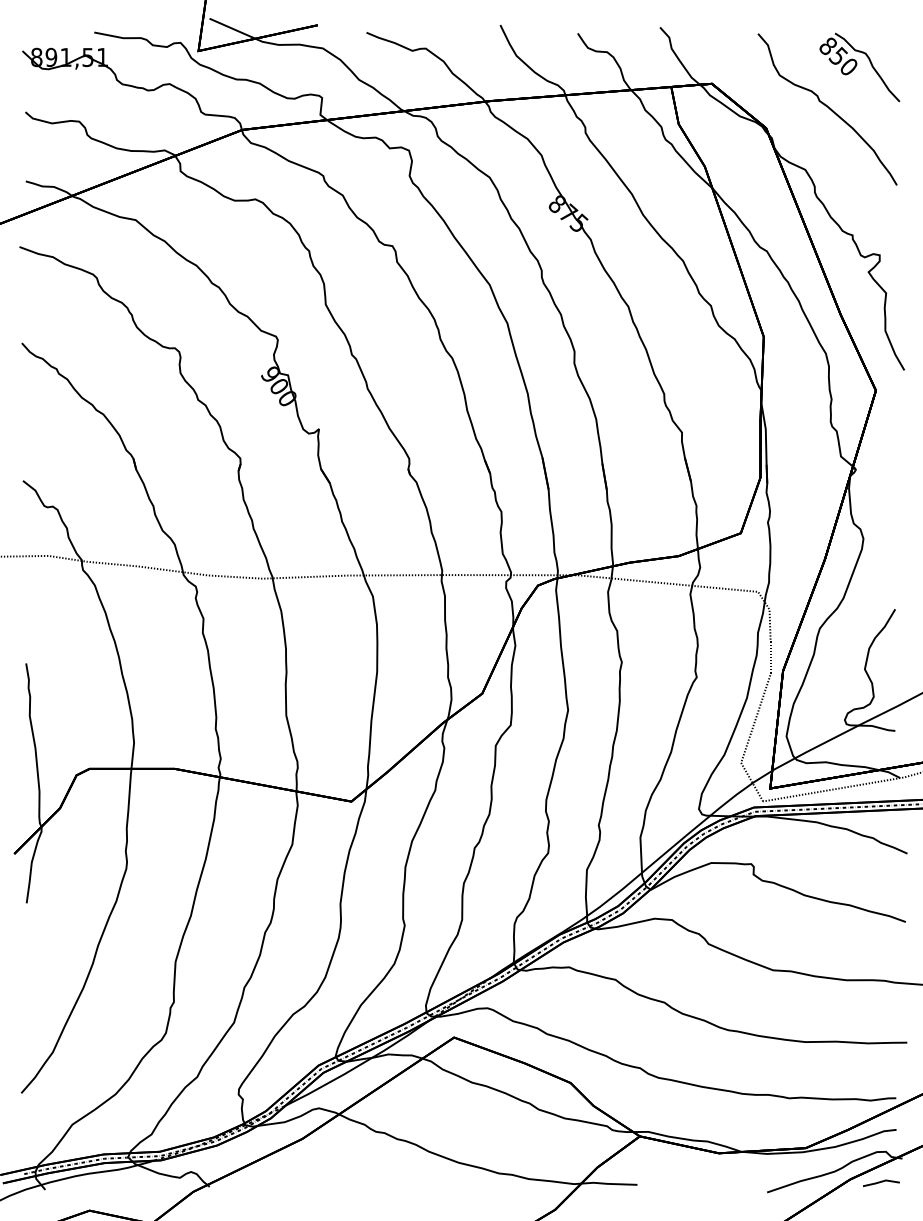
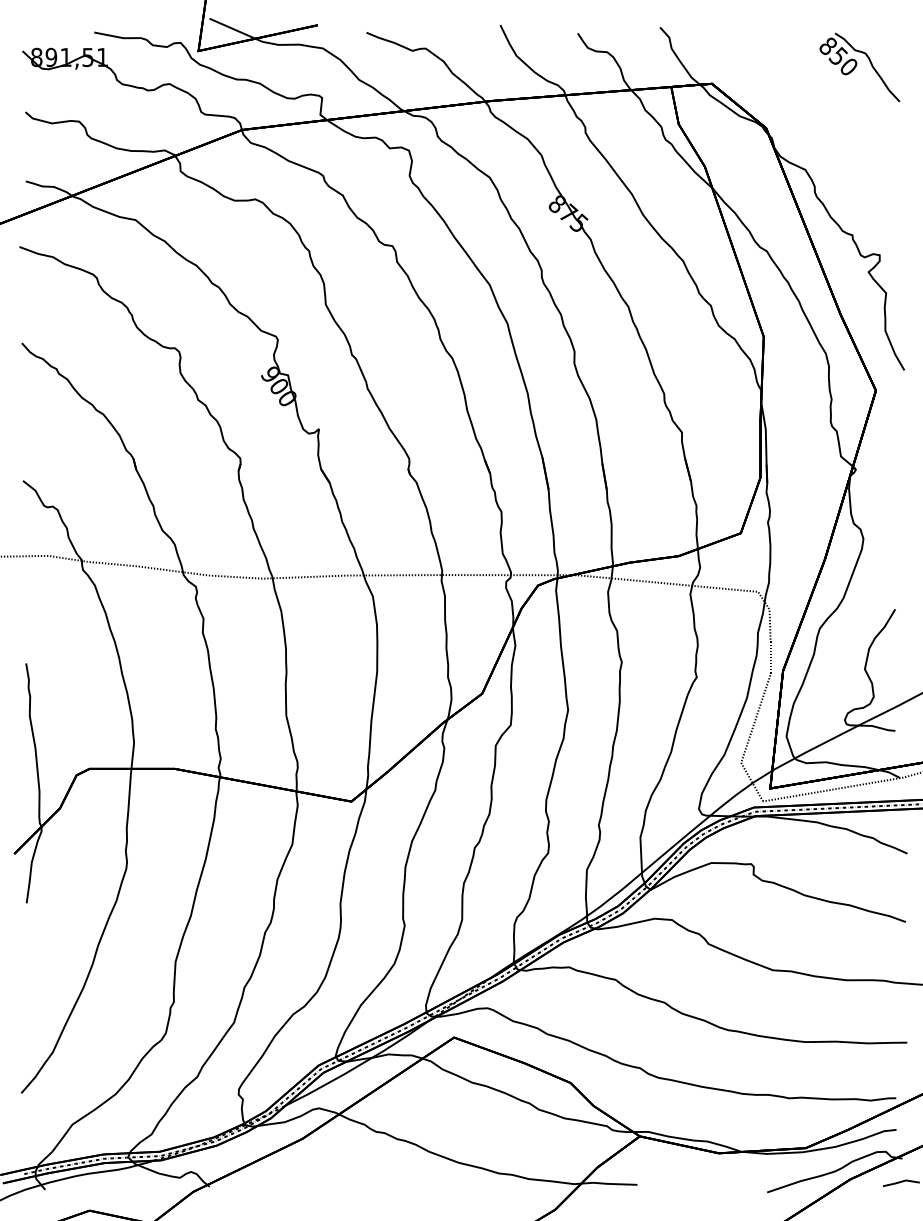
curve at (828, 108): present -> none
line at (881, 1182) position: (881, 1182) -> (901, 1182)
